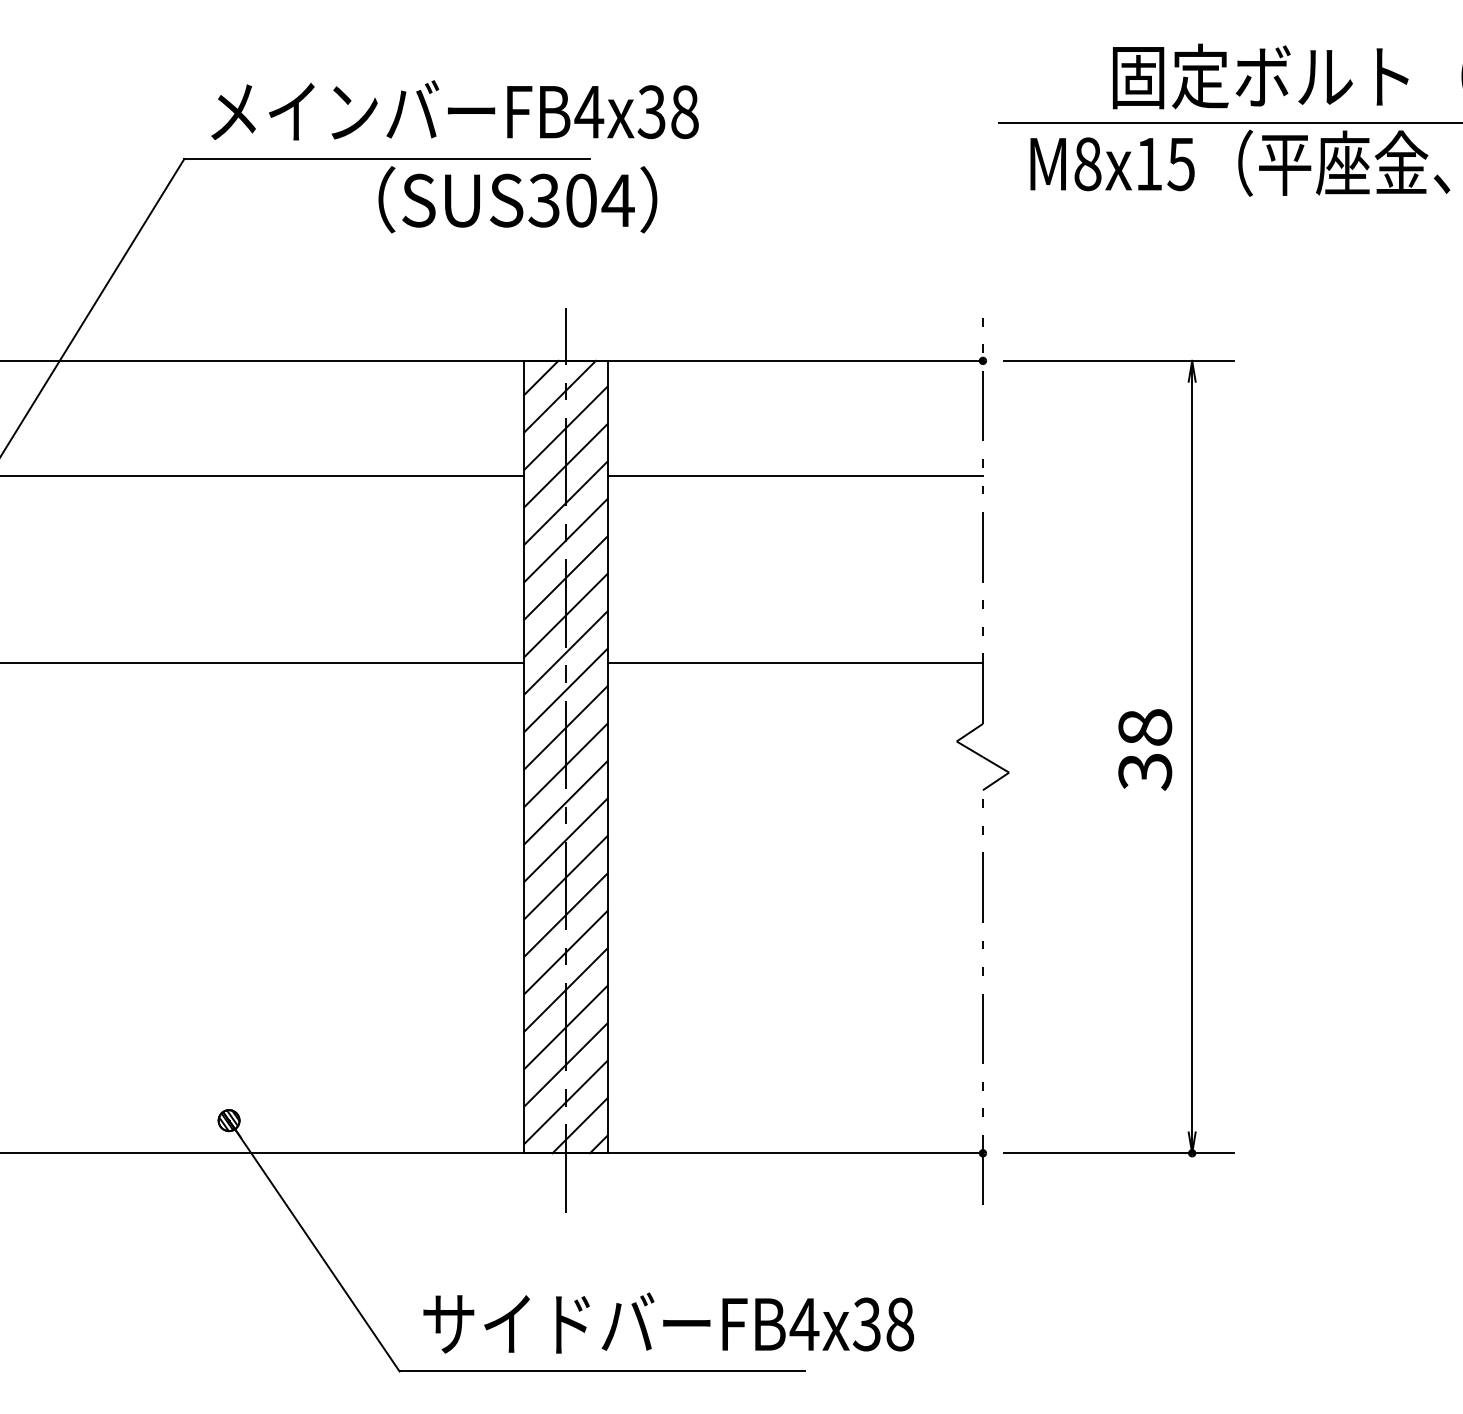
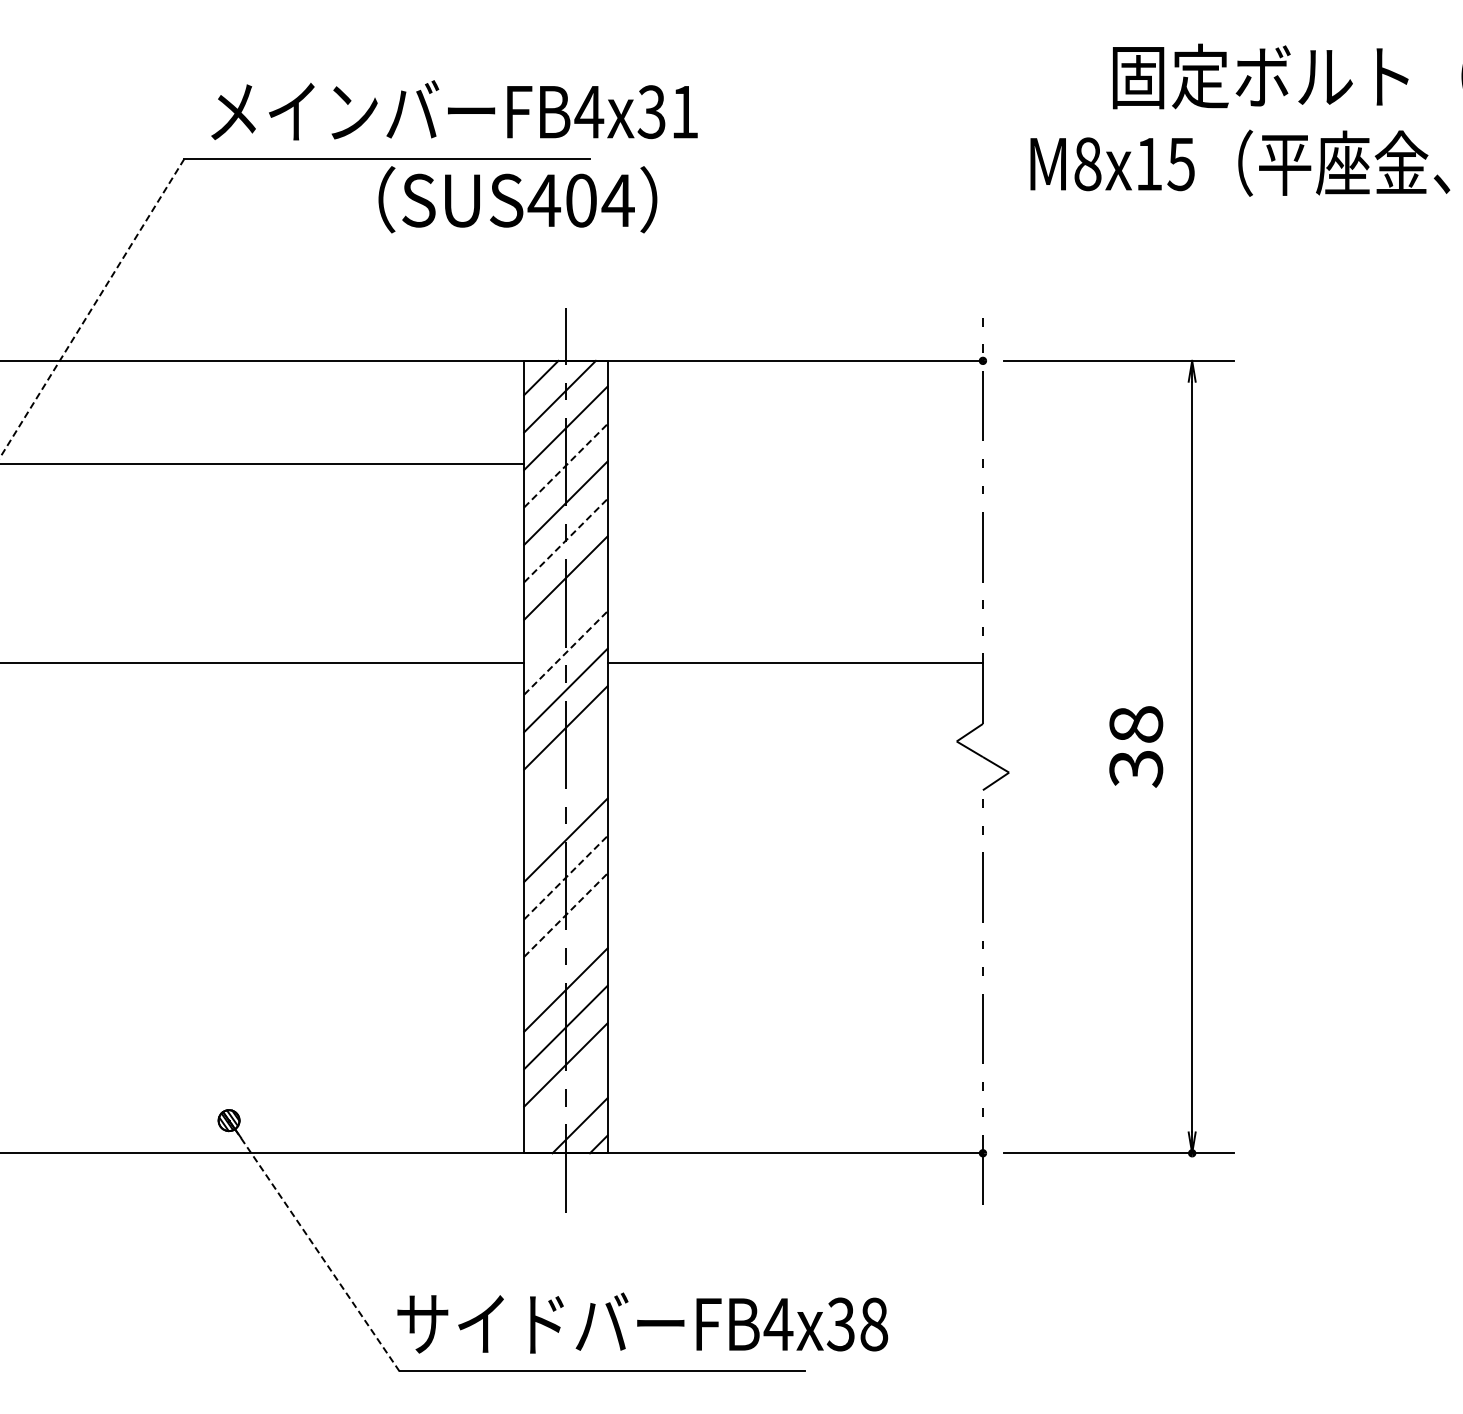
text at (684, 112): FB4x38 -> FB4x31
line at (1228, 123): present -> none
text at (544, 200): SUS304 -> SUS404
line at (92, 308): solid -> dashed
line at (565, 465): solid -> dashed
line at (263, 475) position: (263, 475) -> (263, 463)
line at (794, 475): present -> none
line at (565, 540): solid -> dashed
line at (565, 615): present -> none
line at (565, 653): solid -> dashed
text at (1145, 749) position: (1145, 749) -> (1136, 746)
line at (565, 765): present -> none
line at (565, 802): present -> none
line at (565, 877): solid -> dashed
line at (565, 915): solid -> dashed
line at (565, 952): present -> none
line at (565, 1102): present -> none
line at (315, 1247): solid -> dashed
text at (668, 1322) position: (668, 1322) -> (642, 1322)
